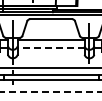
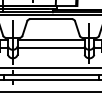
line at (50, 48): dashed -> solid
line at (51, 91): dashed -> solid
